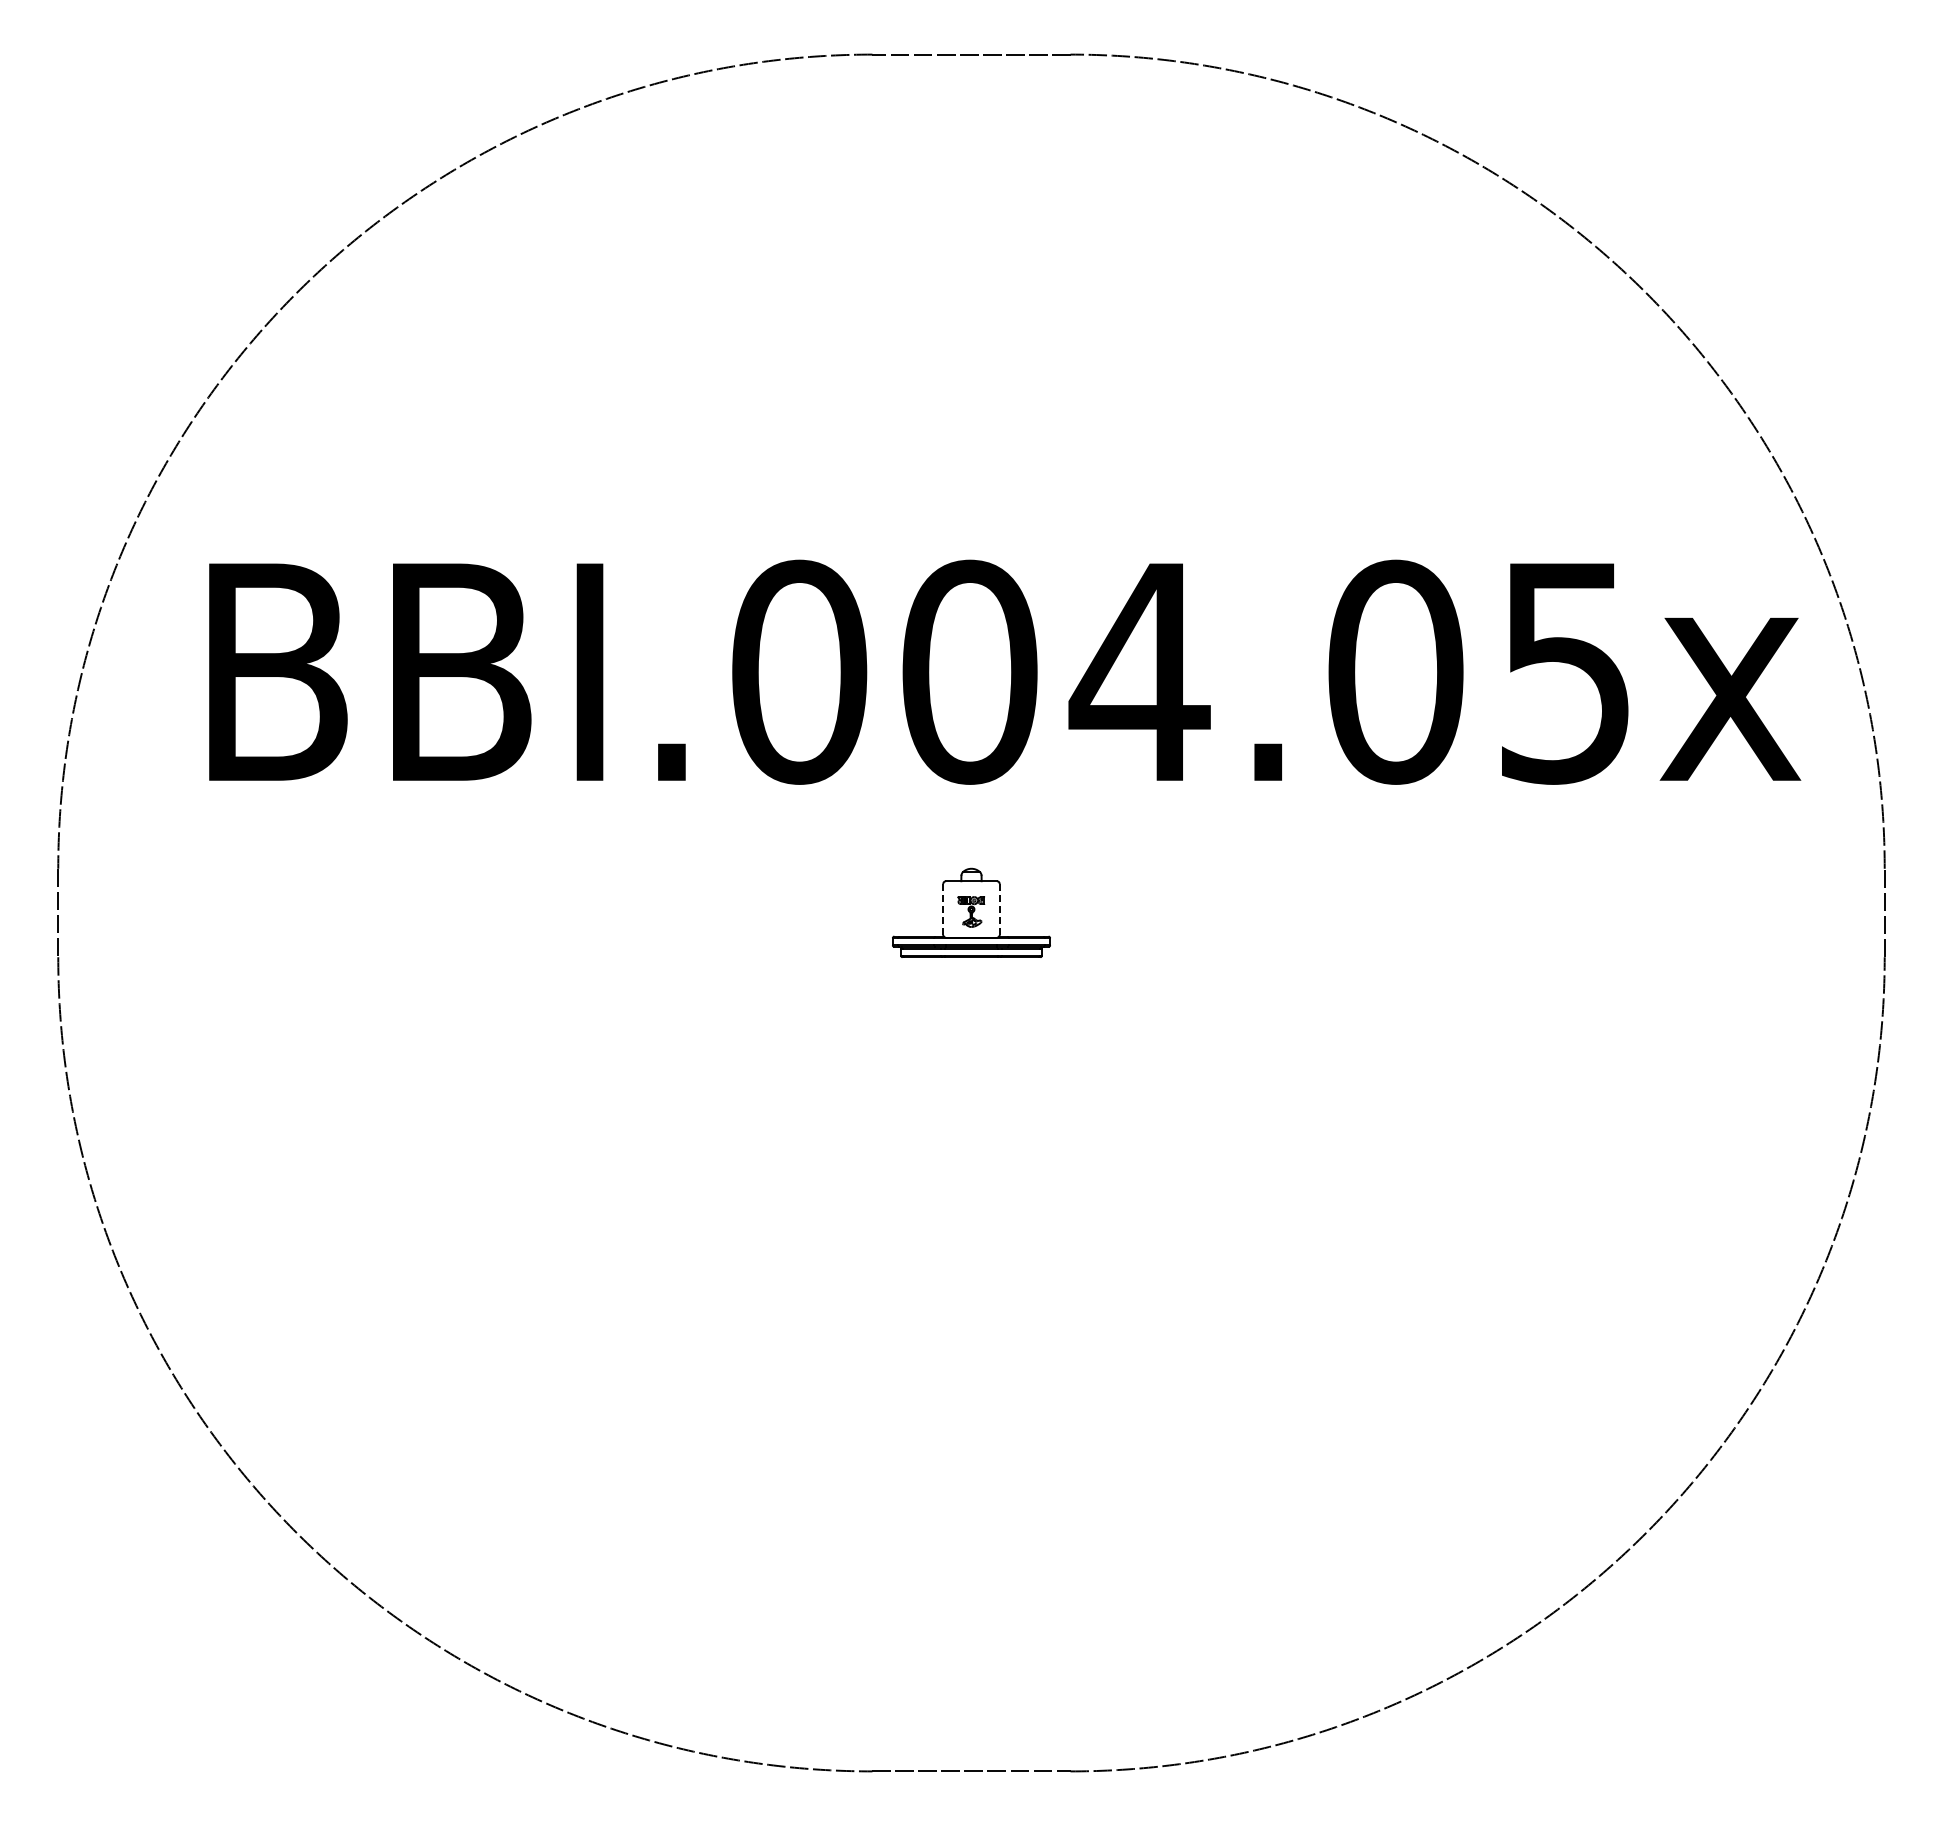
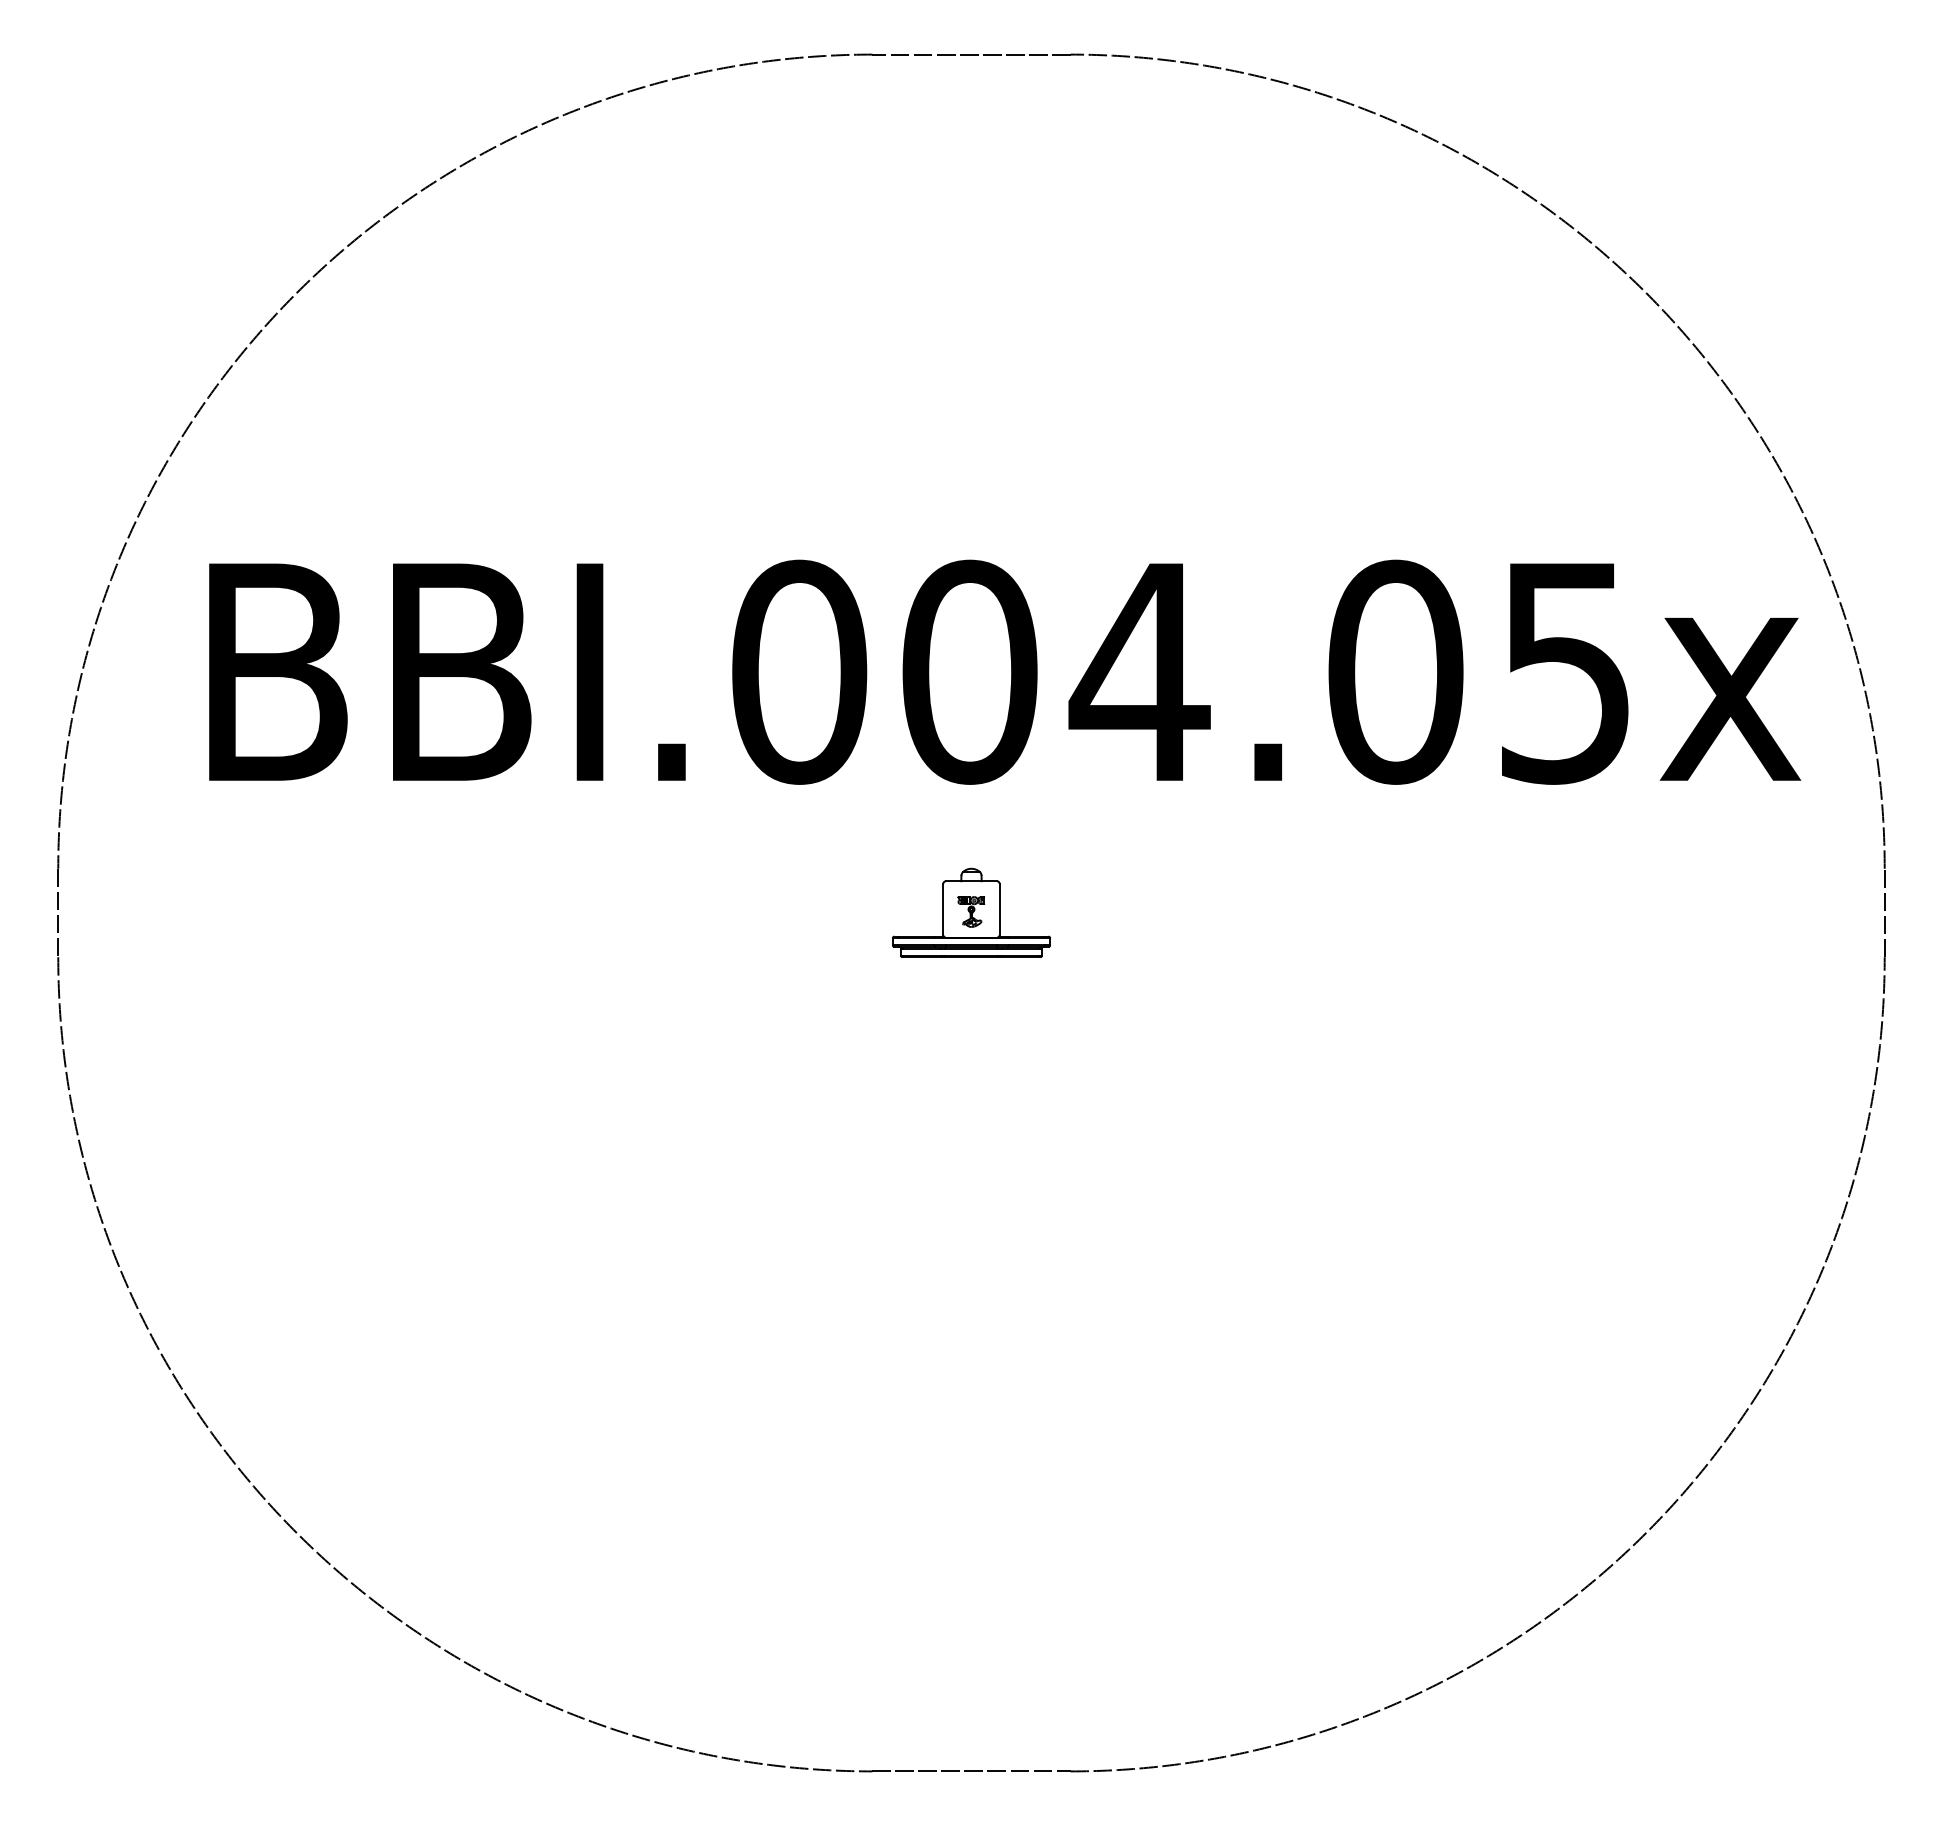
line at (943, 909): dashed -> solid
line at (999, 909): dashed -> solid
